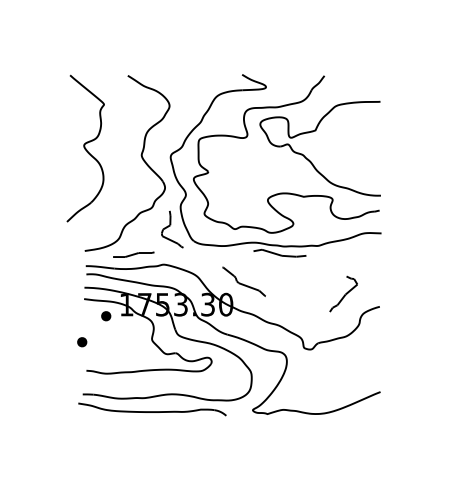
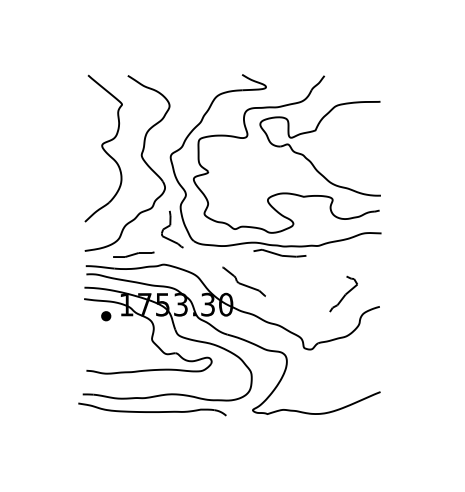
part at (85, 148) position: (85, 148) -> (103, 148)
part at (82, 342): present -> none
